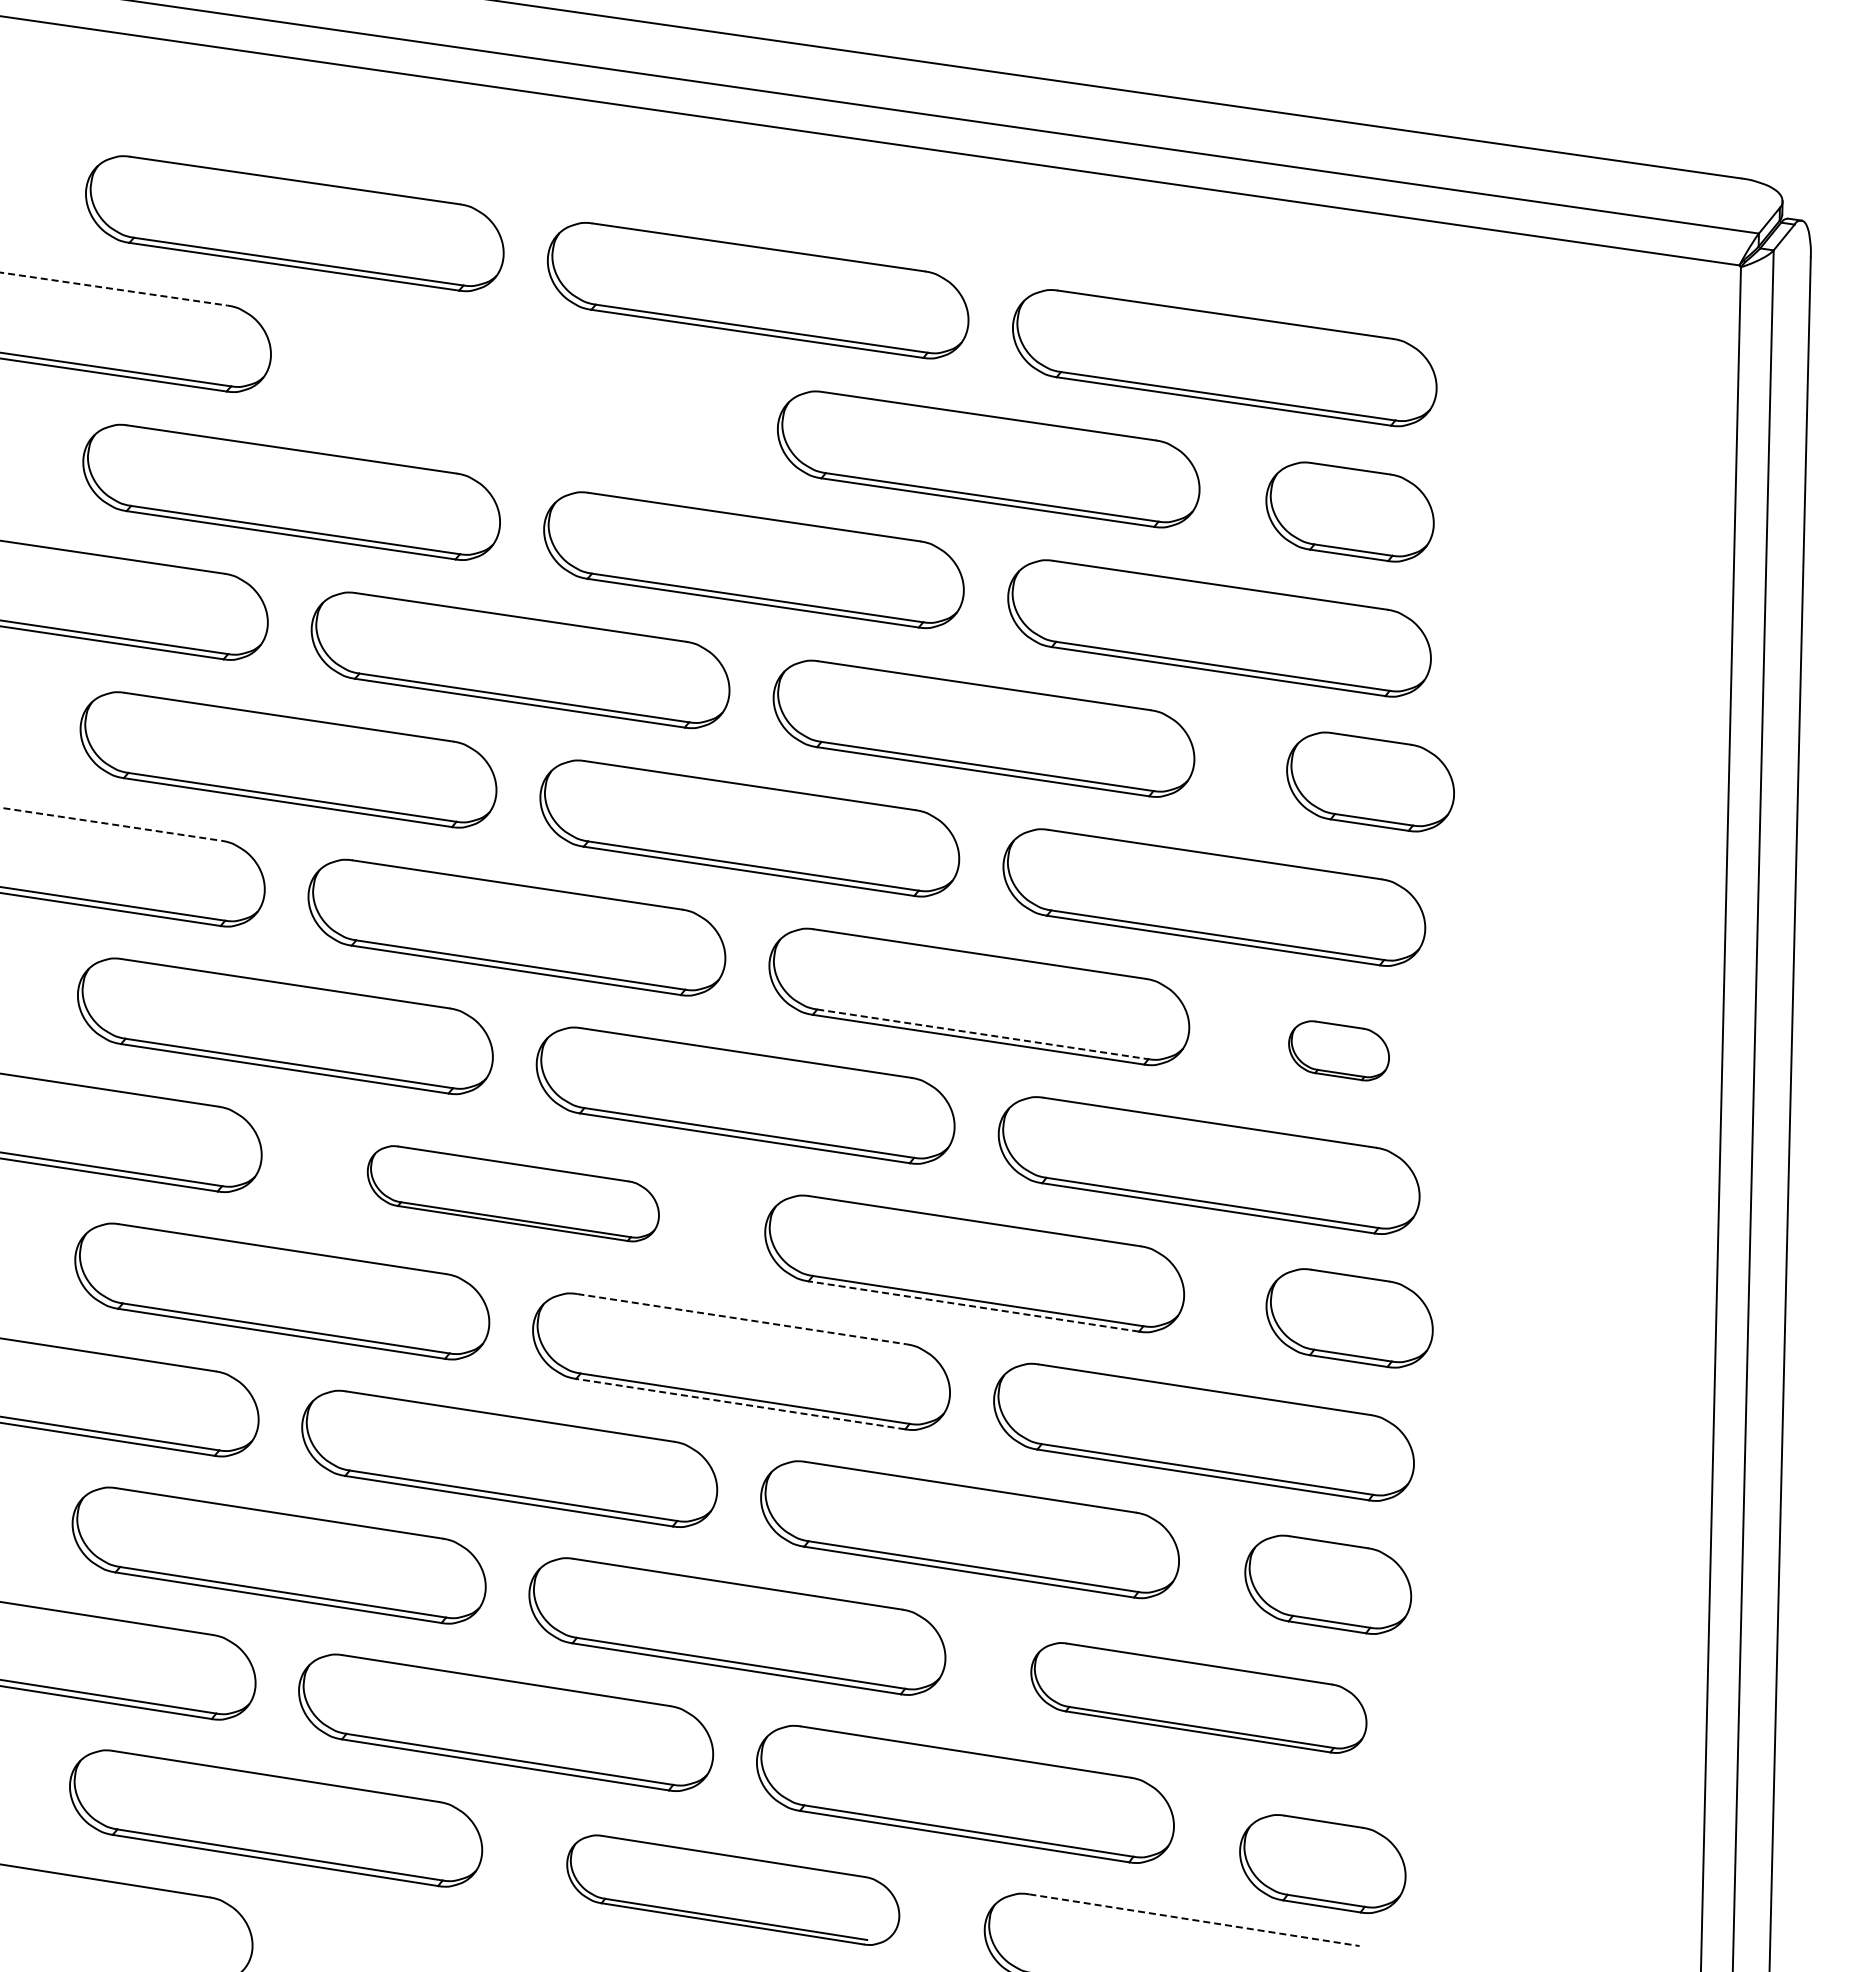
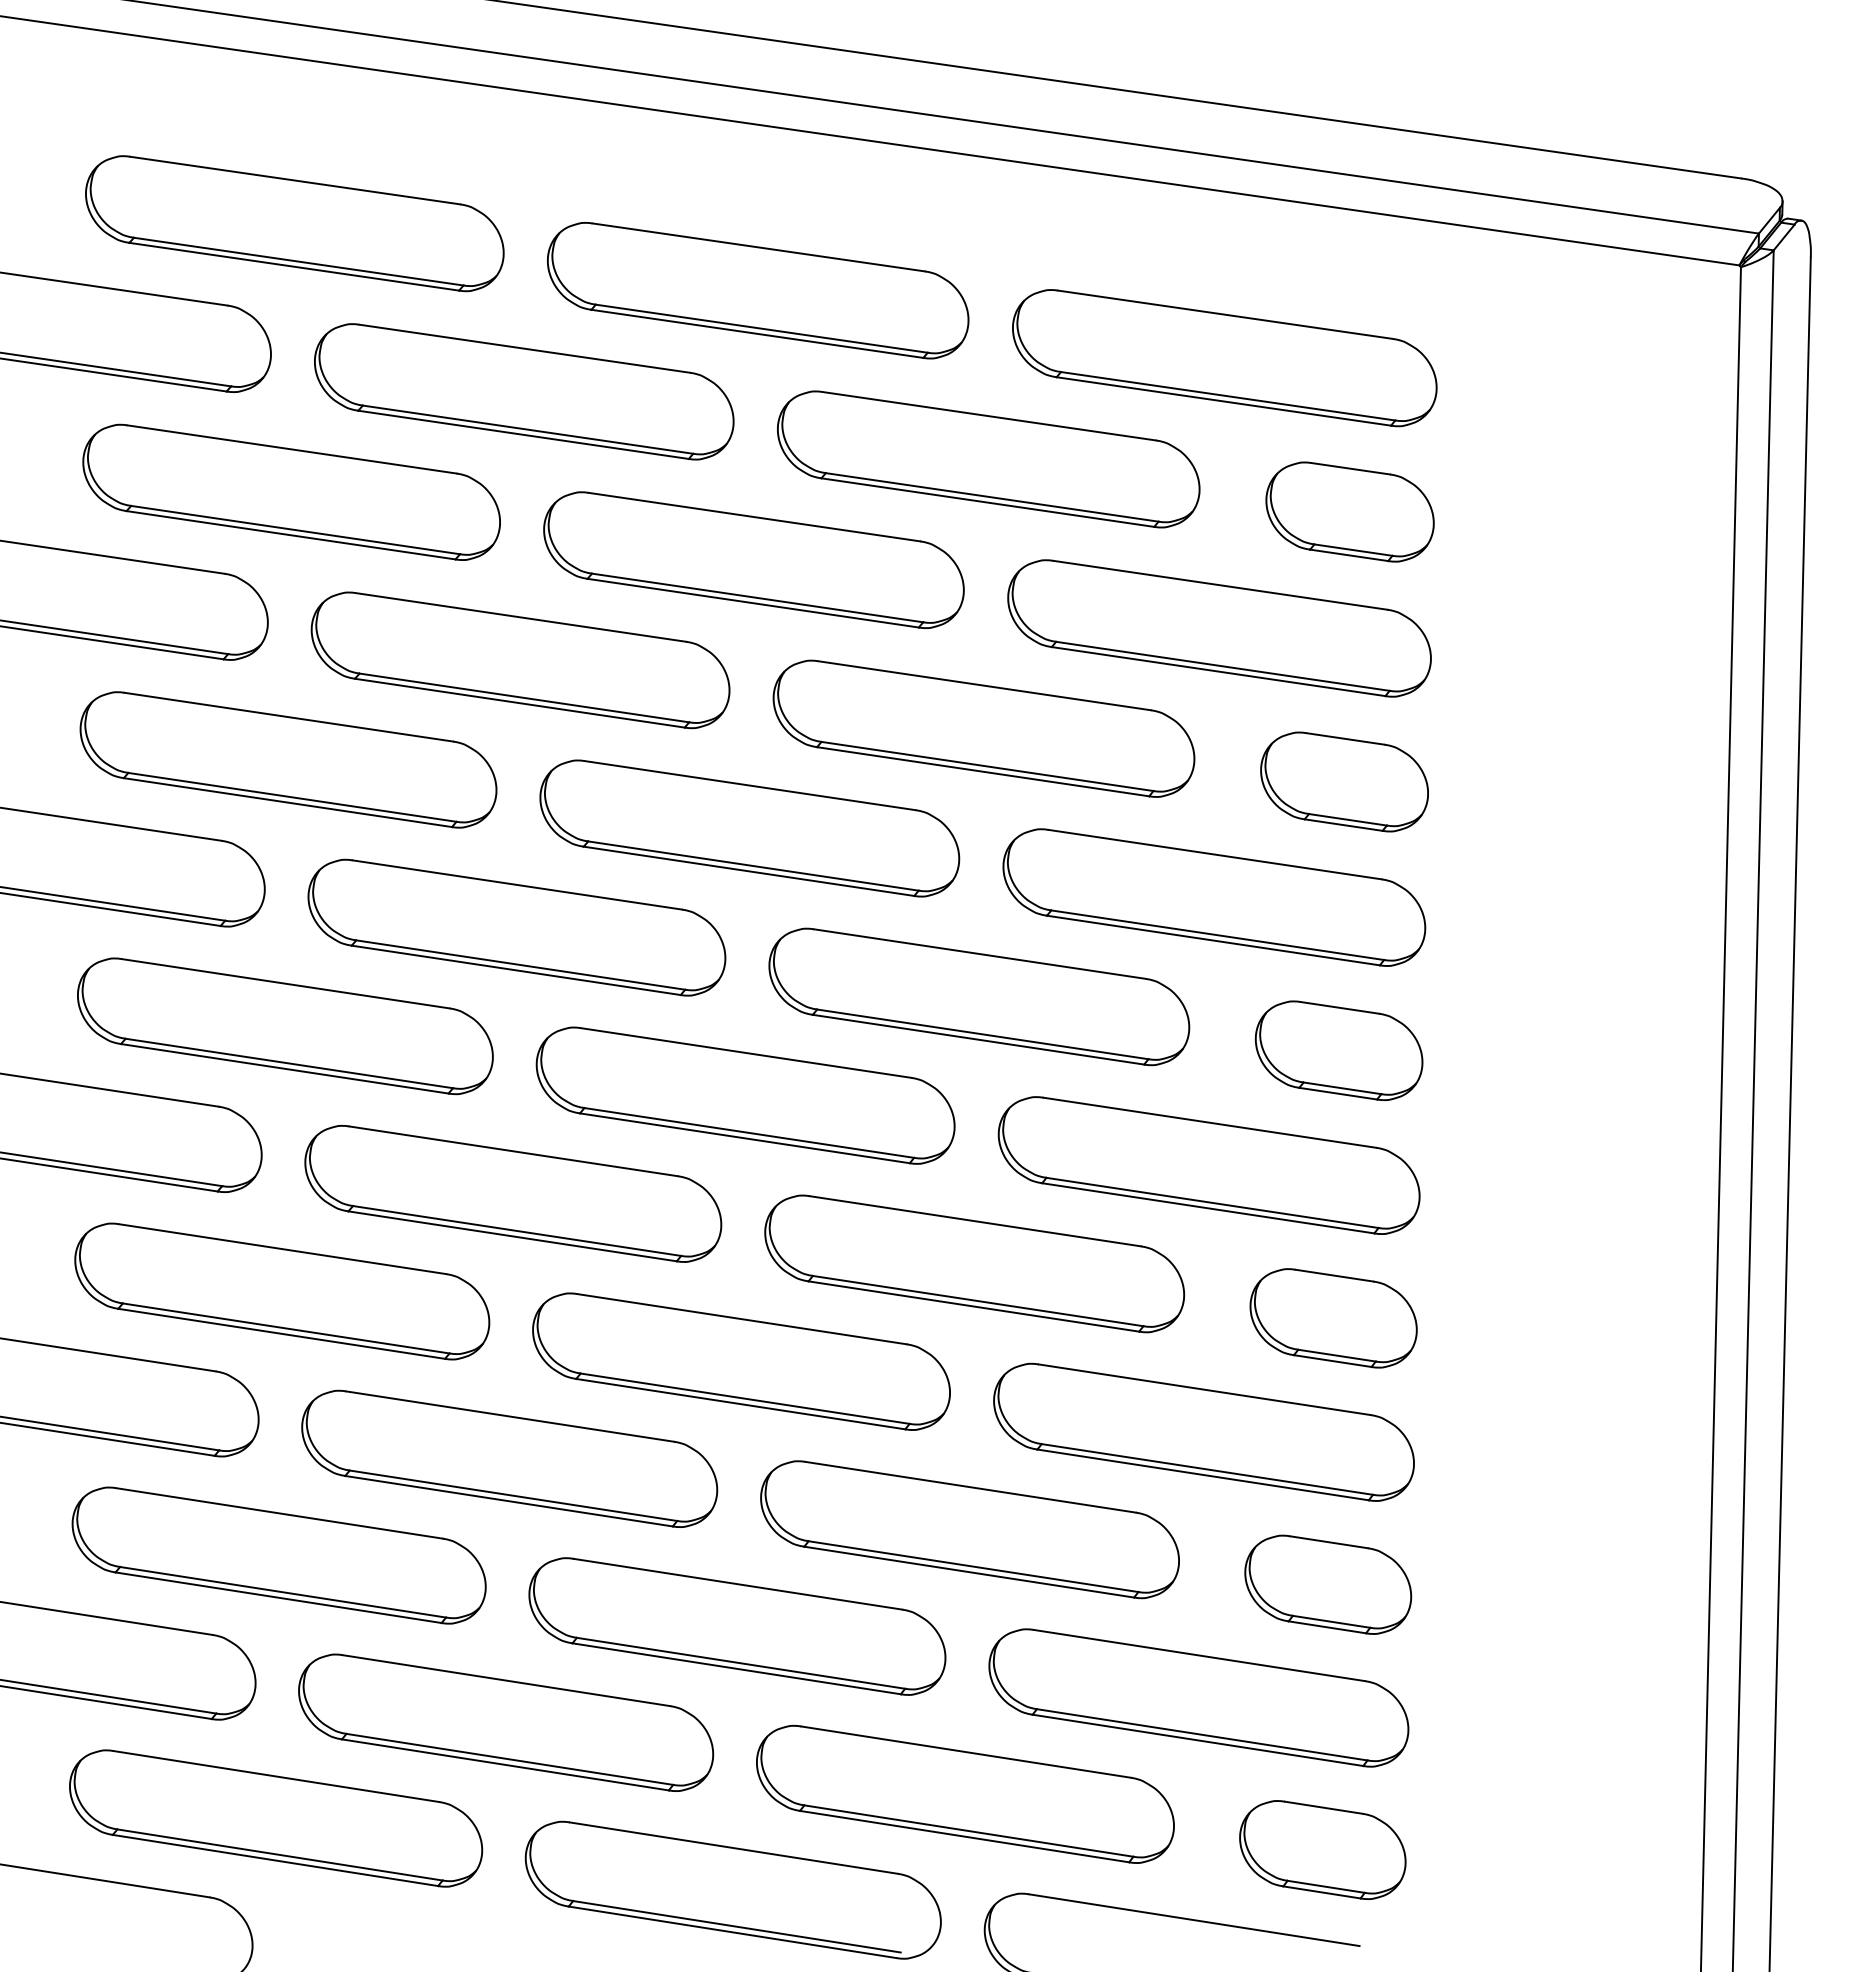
line at (113, 289): dashed -> solid
part at (524, 391): none -> present
part at (1370, 781) position: (1370, 781) -> (1344, 781)
line at (110, 824): dashed -> solid
line at (983, 1034): dashed -> solid
part at (1338, 1050) size: 102x62 px -> 170x102 px
part at (512, 1193) size: 294x98 px -> 419x139 px
line at (973, 1306): dashed -> solid
part at (1349, 1318) position: (1349, 1318) -> (1333, 1318)
line at (742, 1319): dashed -> solid
line at (740, 1404): dashed -> solid
part at (1198, 1697) size: 338x112 px -> 422x140 px
part at (1322, 1863) position: (1322, 1863) -> (1322, 1849)
part at (733, 1889) size: 335x112 px -> 418x140 px
line at (1194, 1920): dashed -> solid
